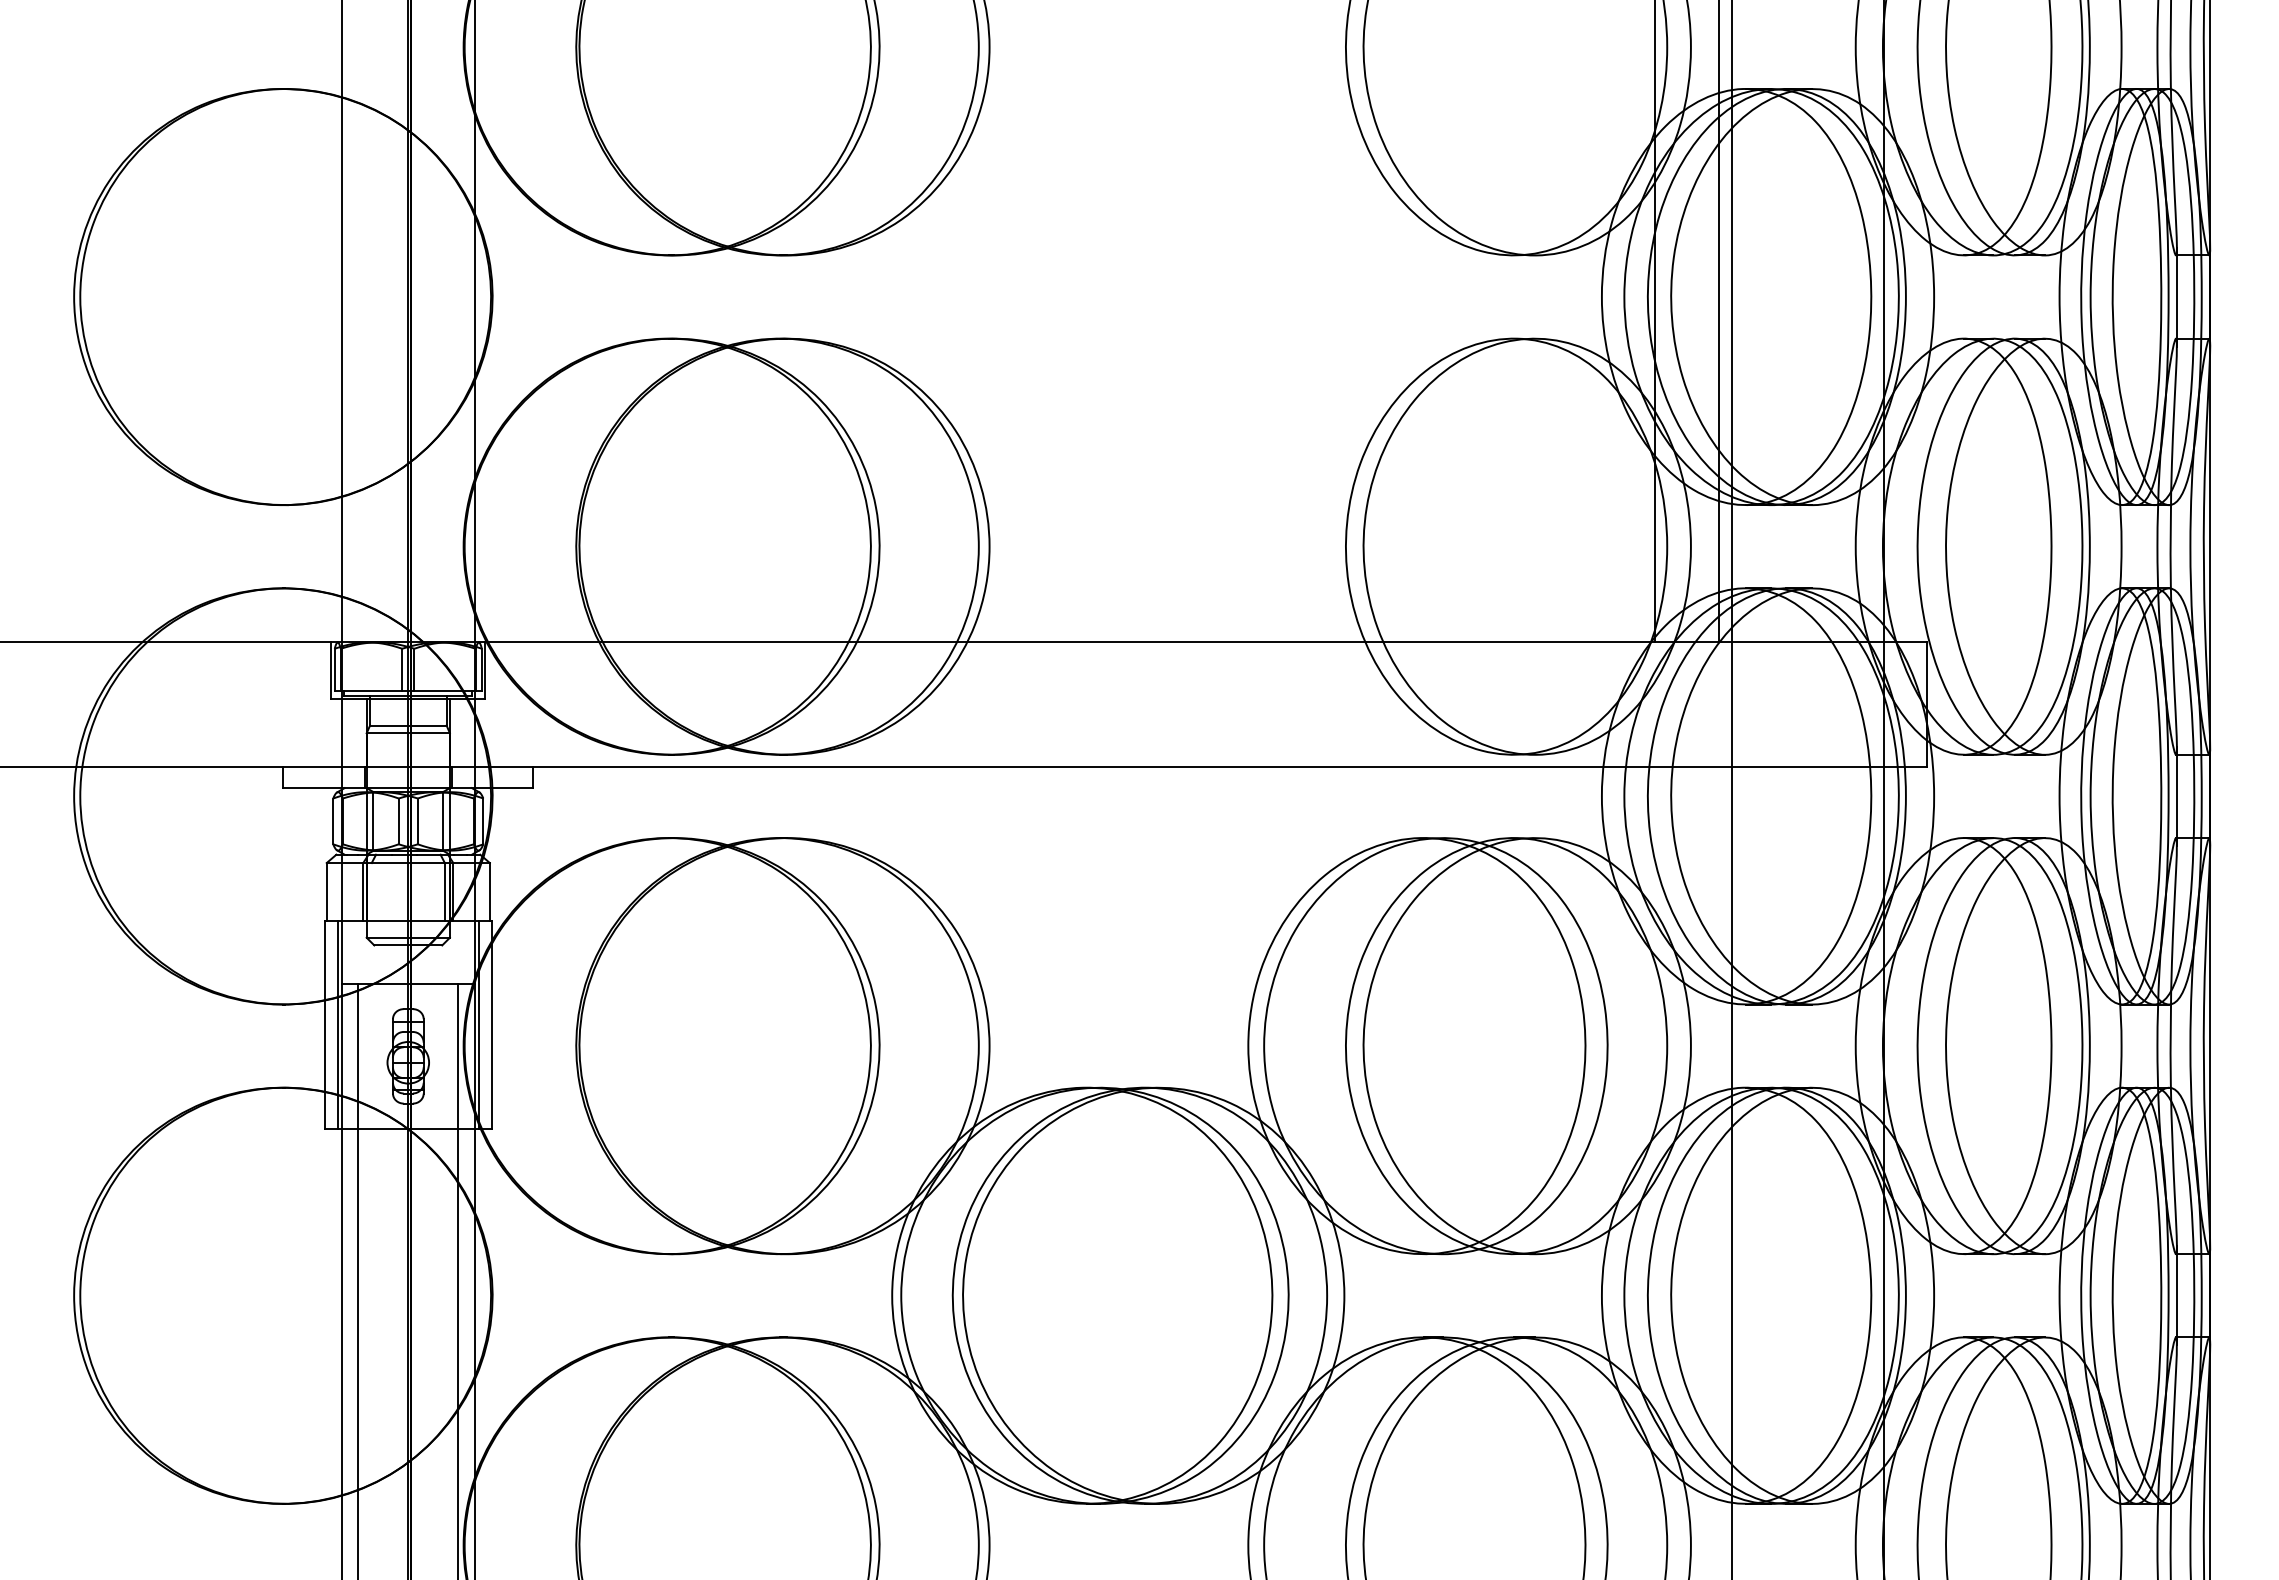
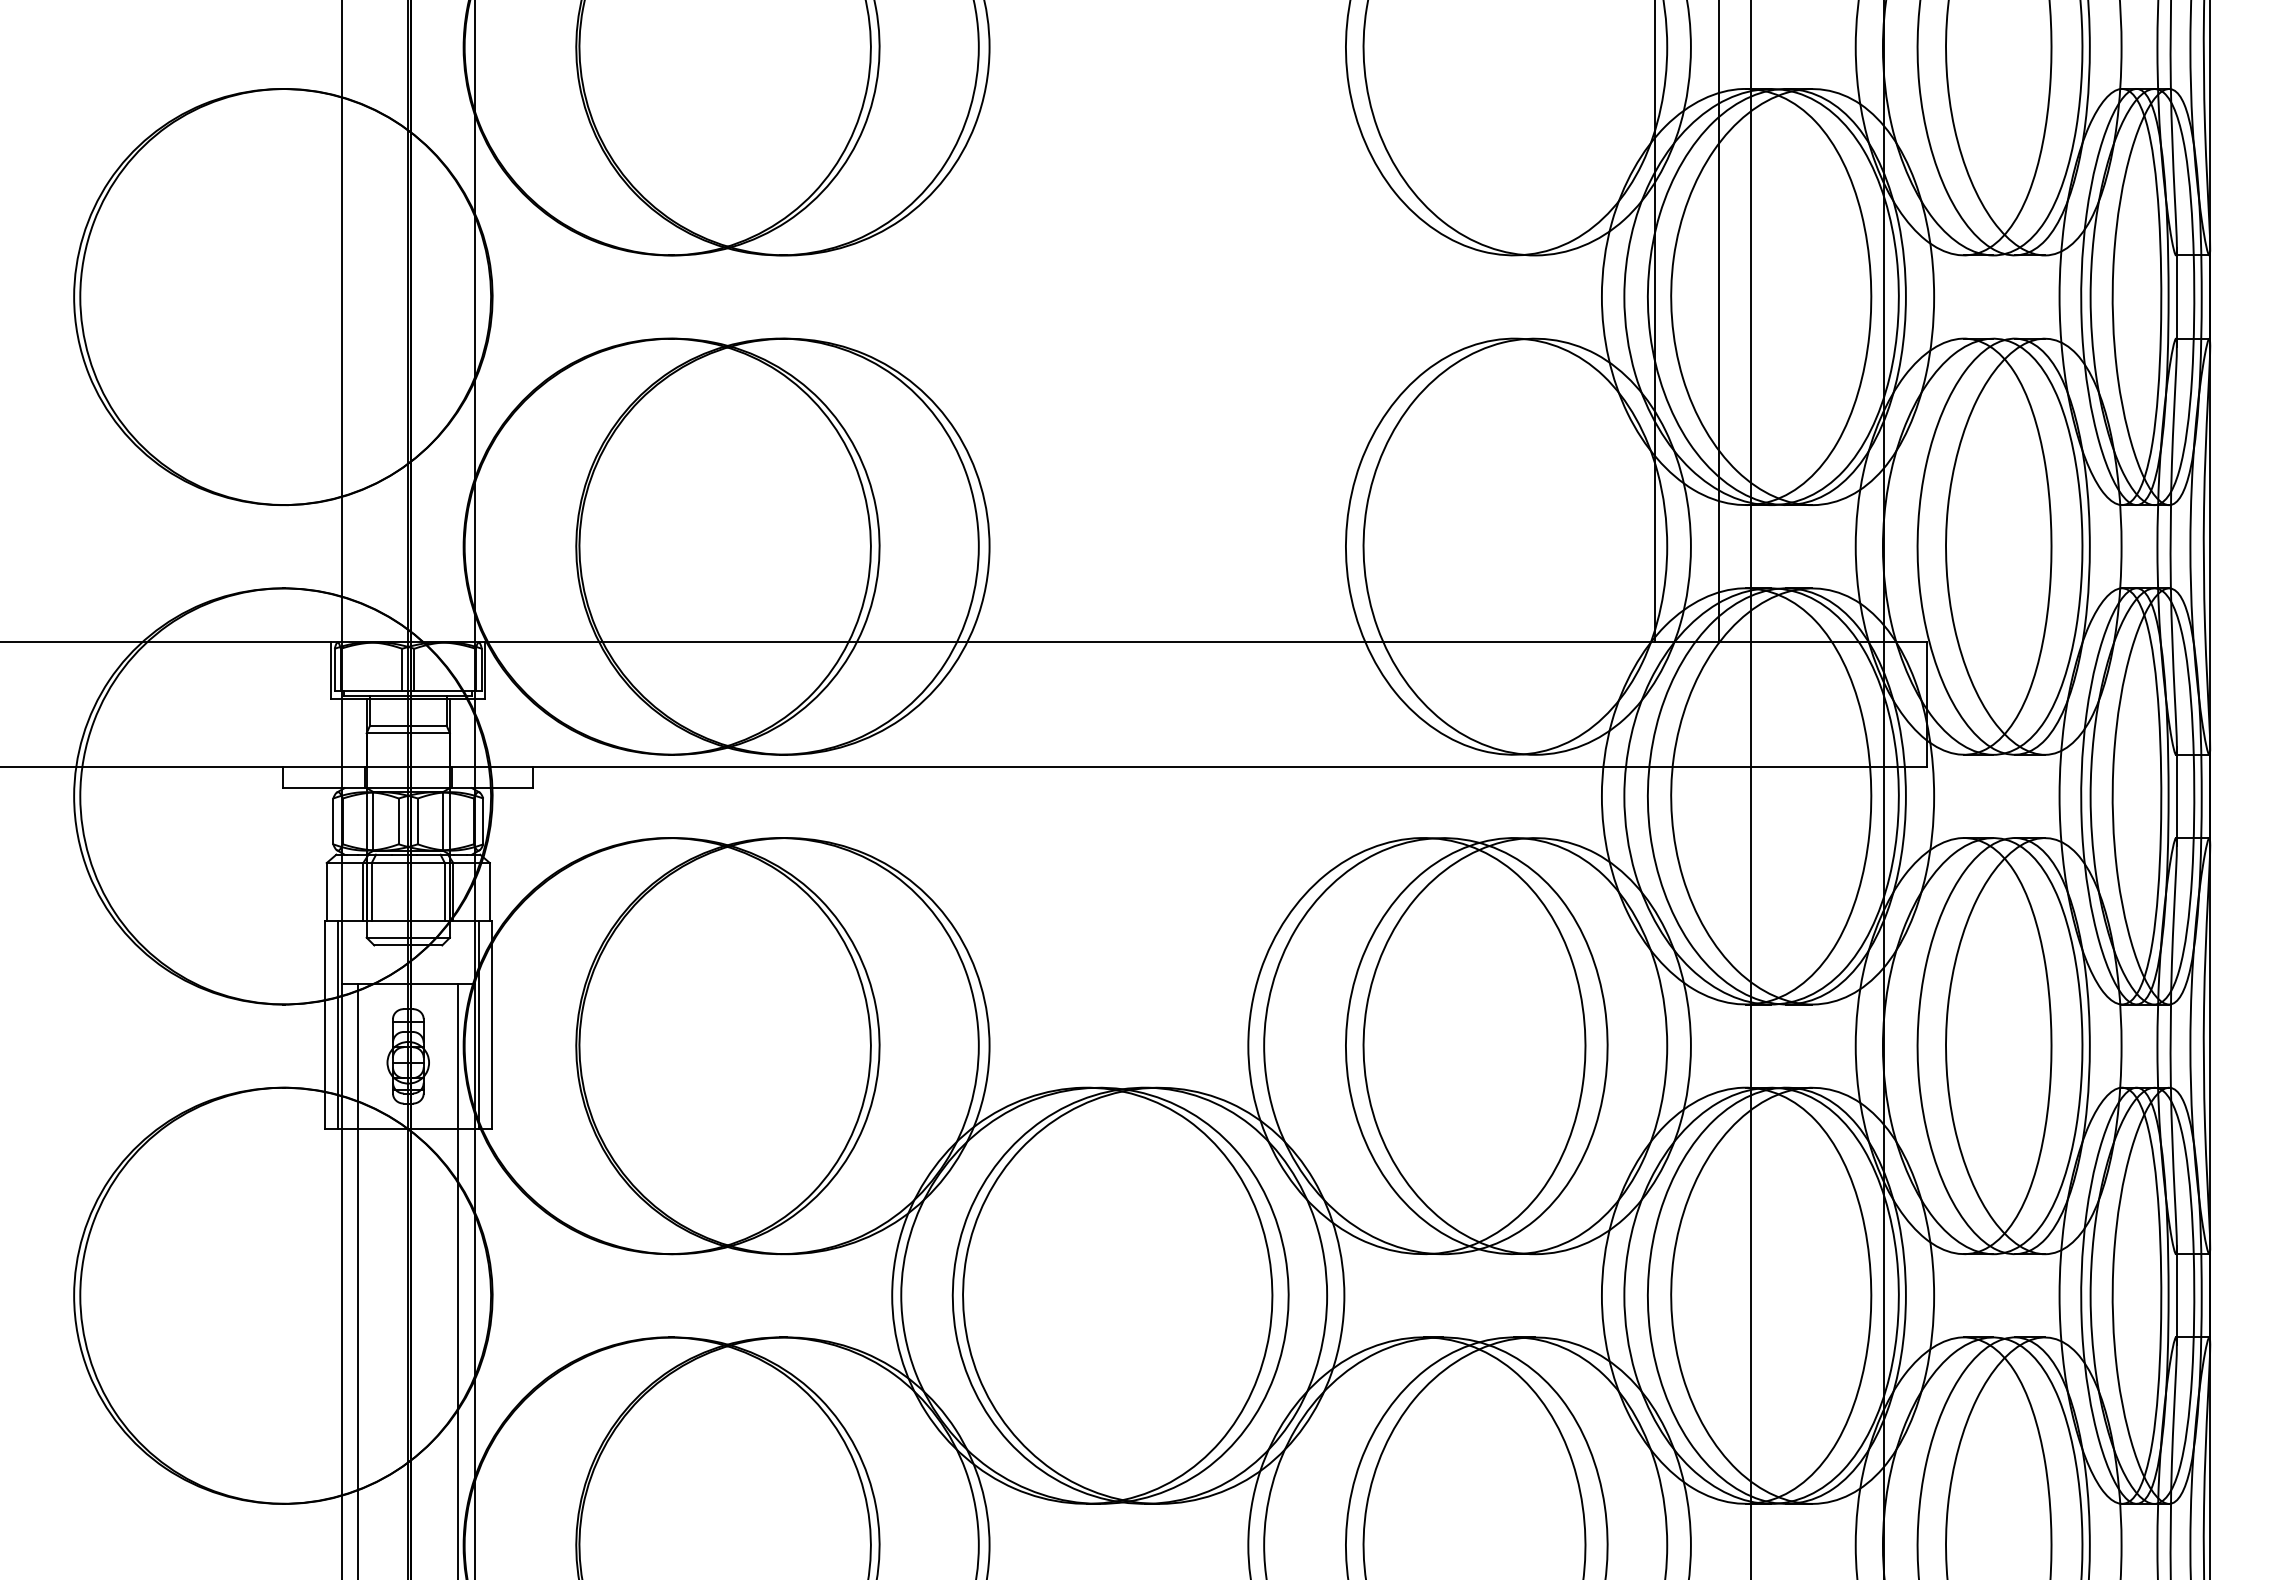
line at (1731, 789) position: (1731, 789) -> (1750, 789)
line at (371, 892): none -> present
